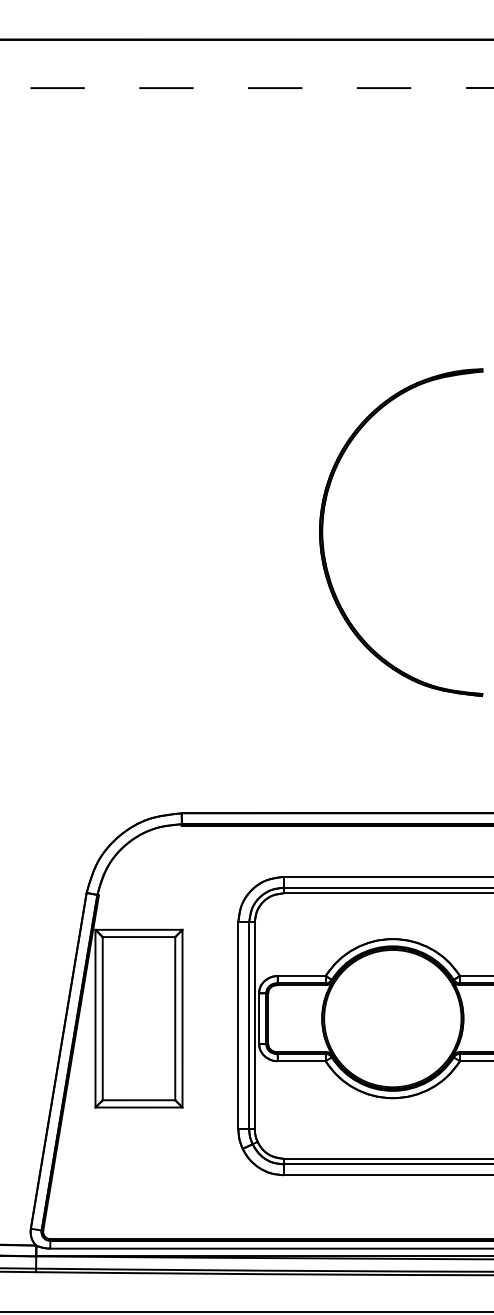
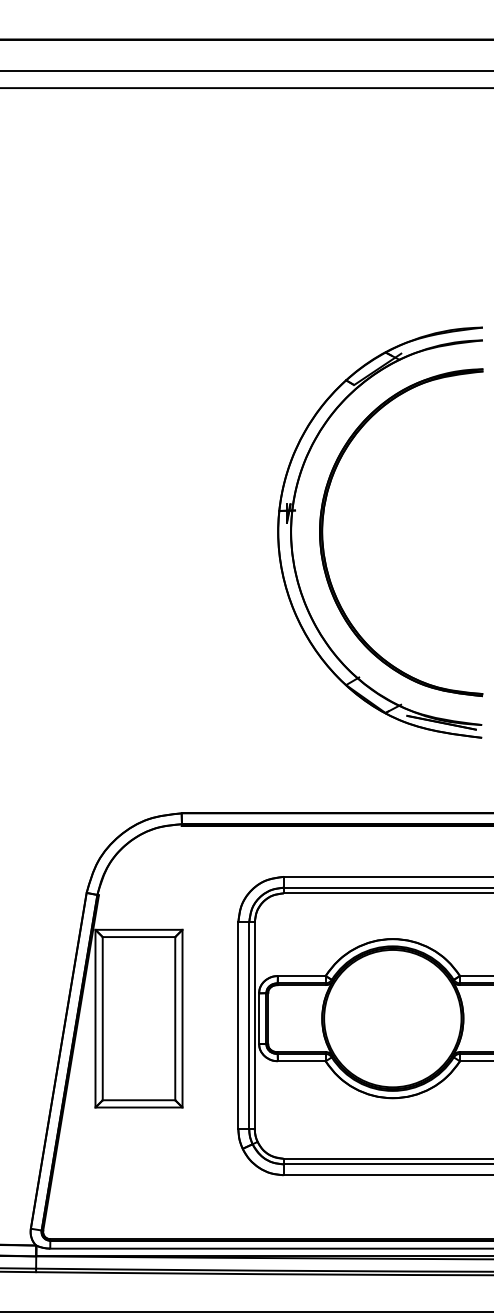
line at (246, 71): none -> present
line at (246, 88): dashed -> solid
part at (295, 511): none -> present
